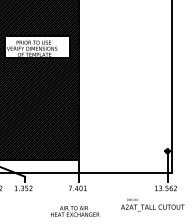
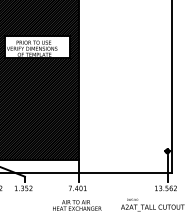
text at (75, 211) position: (75, 211) -> (77, 205)
